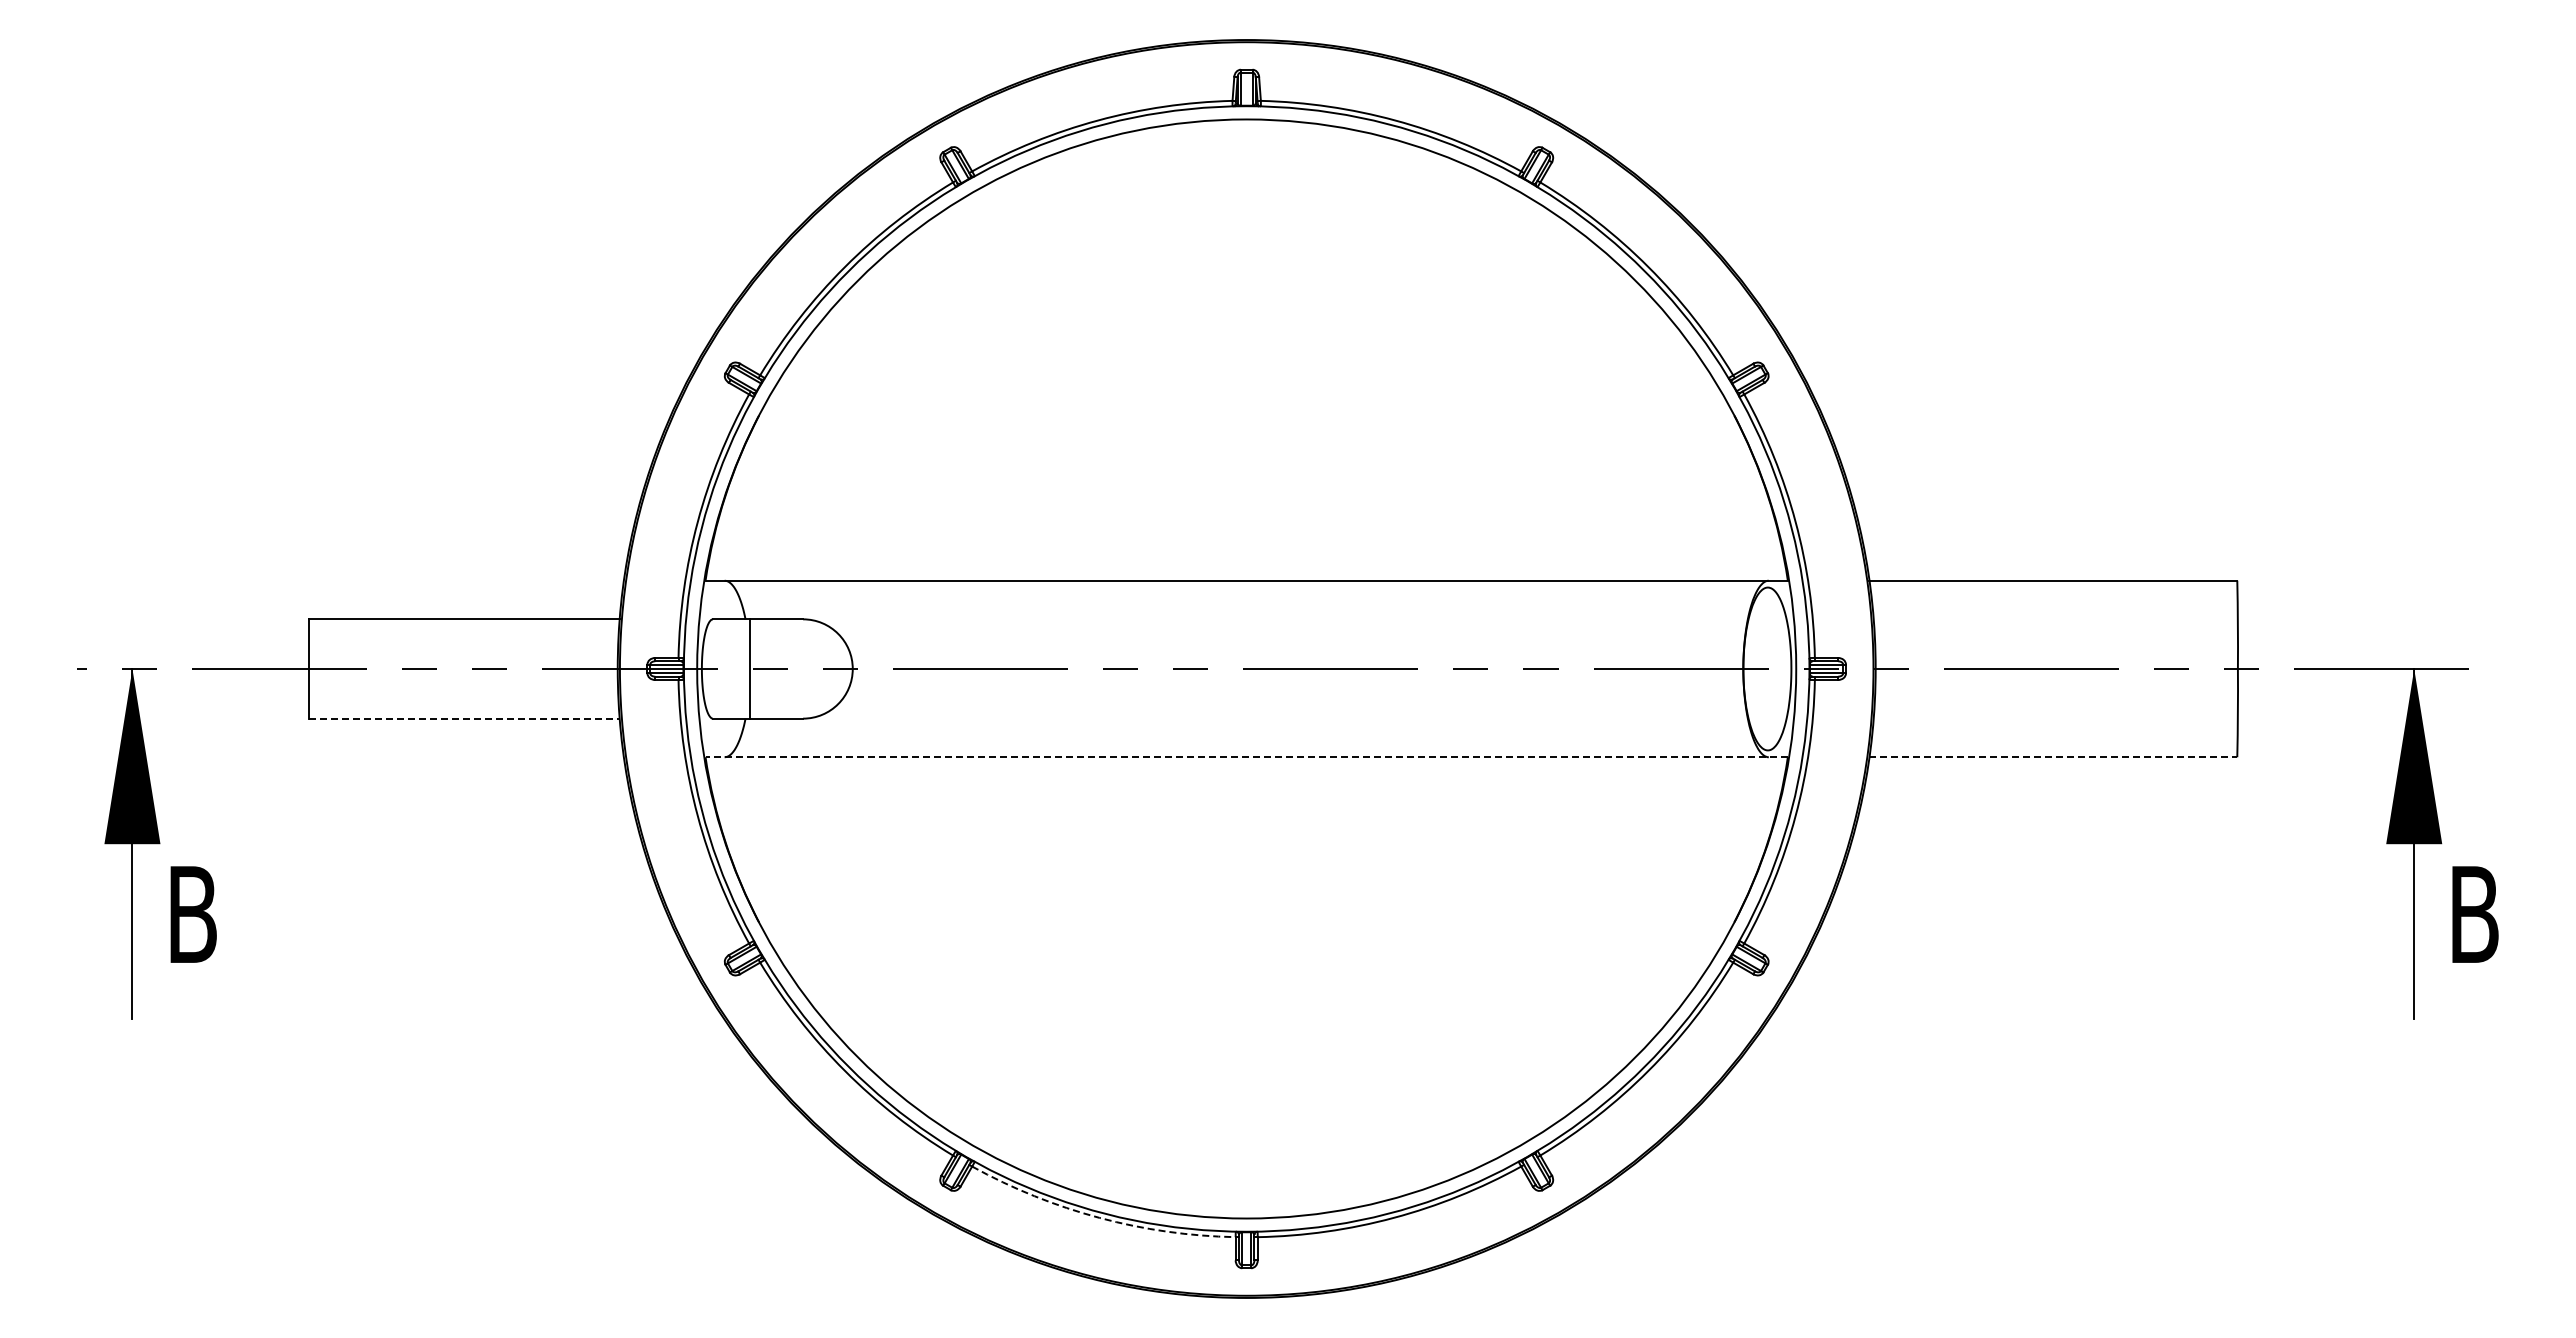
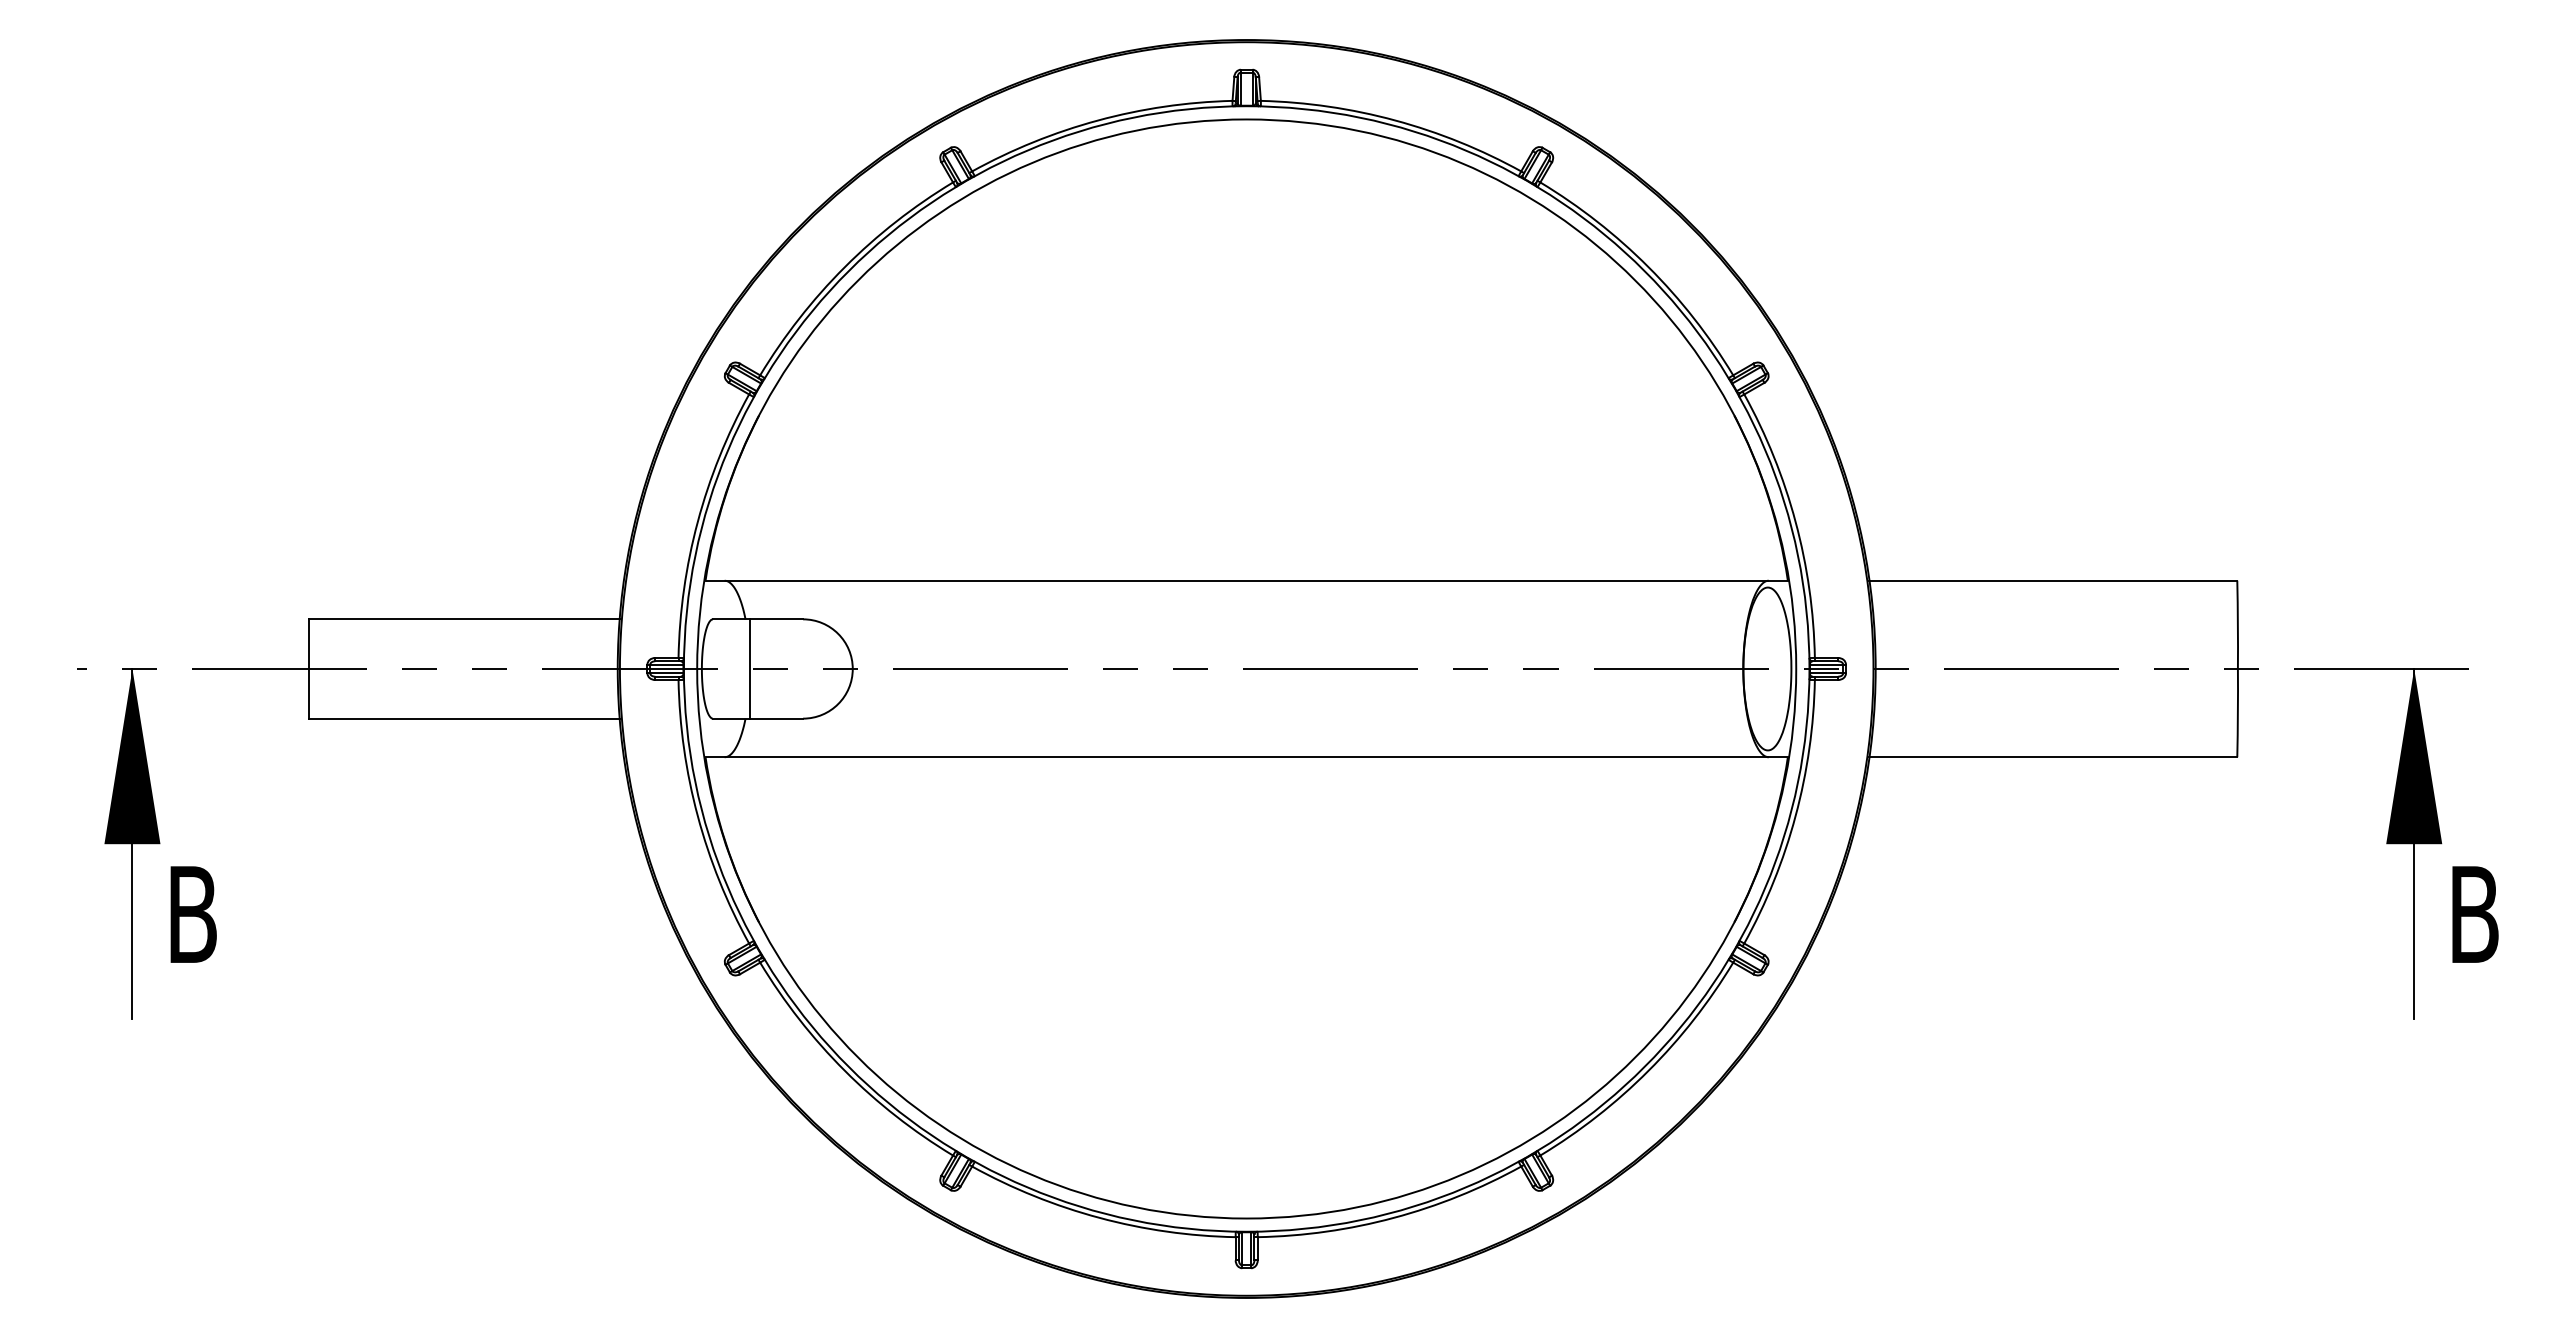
line at (464, 718): dashed -> solid
line at (1246, 757): dashed -> solid
line at (2053, 757): dashed -> solid
arc at (1099, 1217): dashed -> solid
